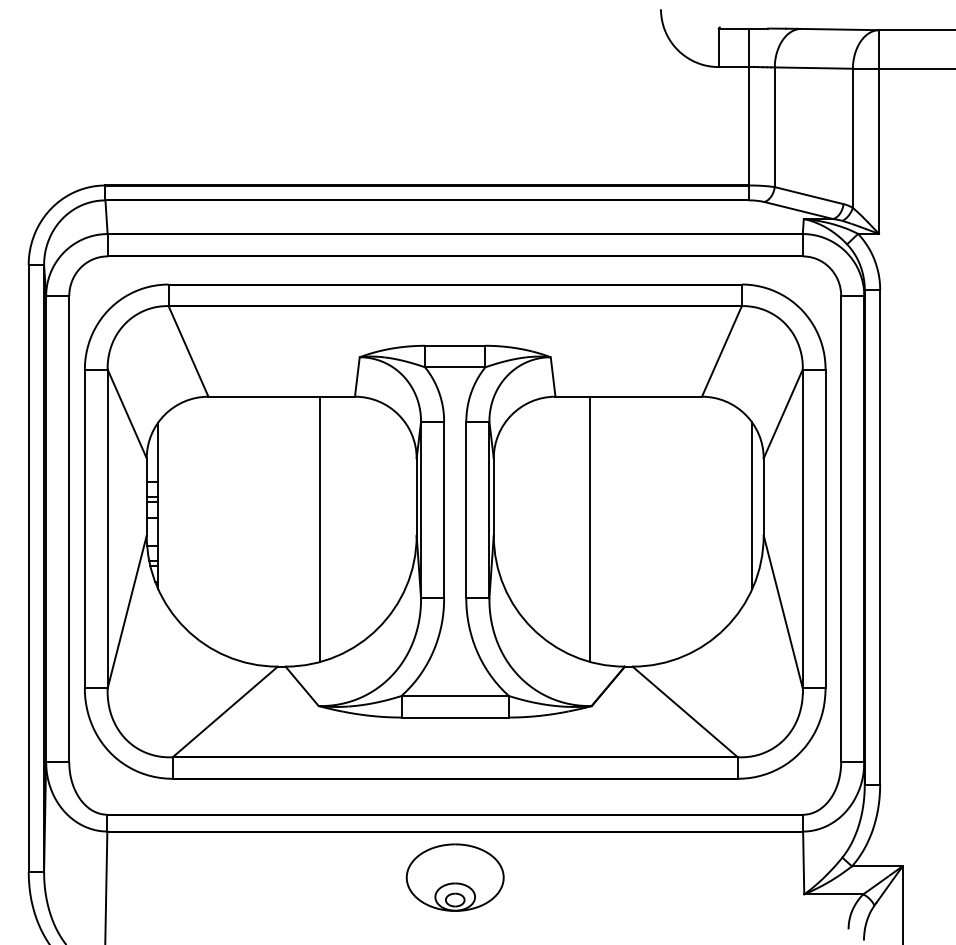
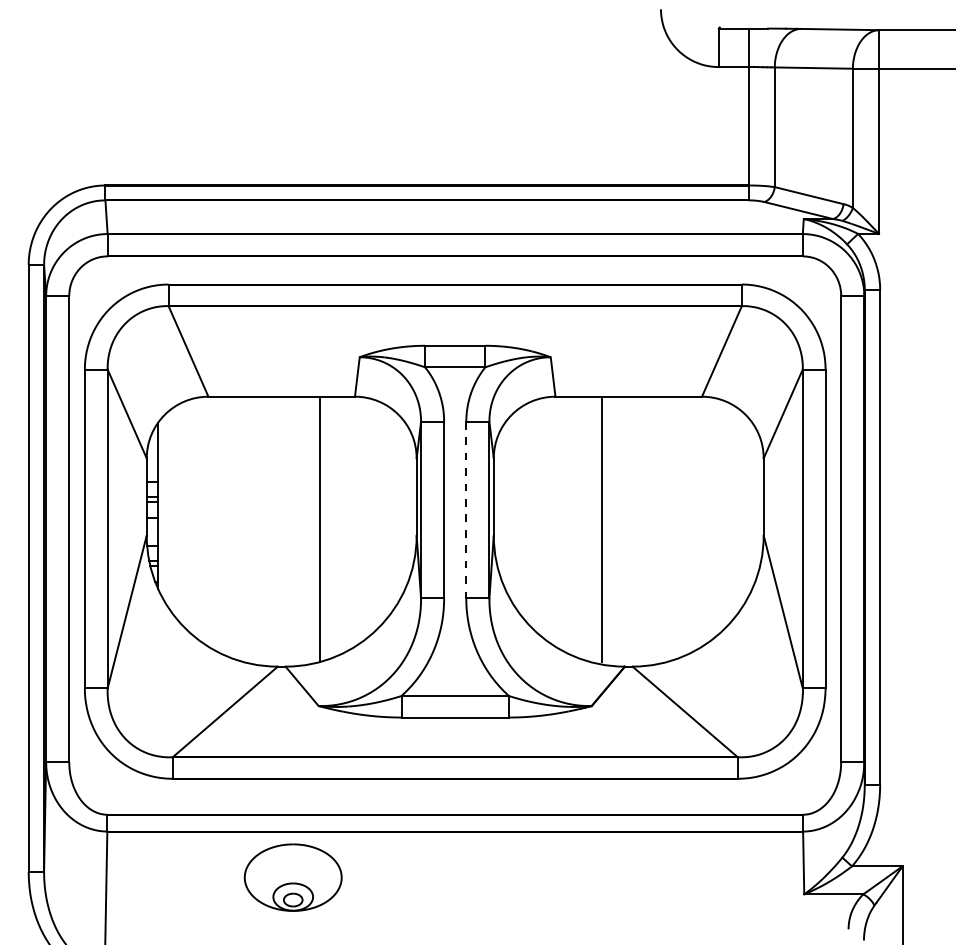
line at (752, 505): present -> none
line at (466, 510): solid -> dashed
line at (590, 528) position: (590, 528) -> (602, 528)
part at (454, 877) position: (454, 877) -> (292, 877)
